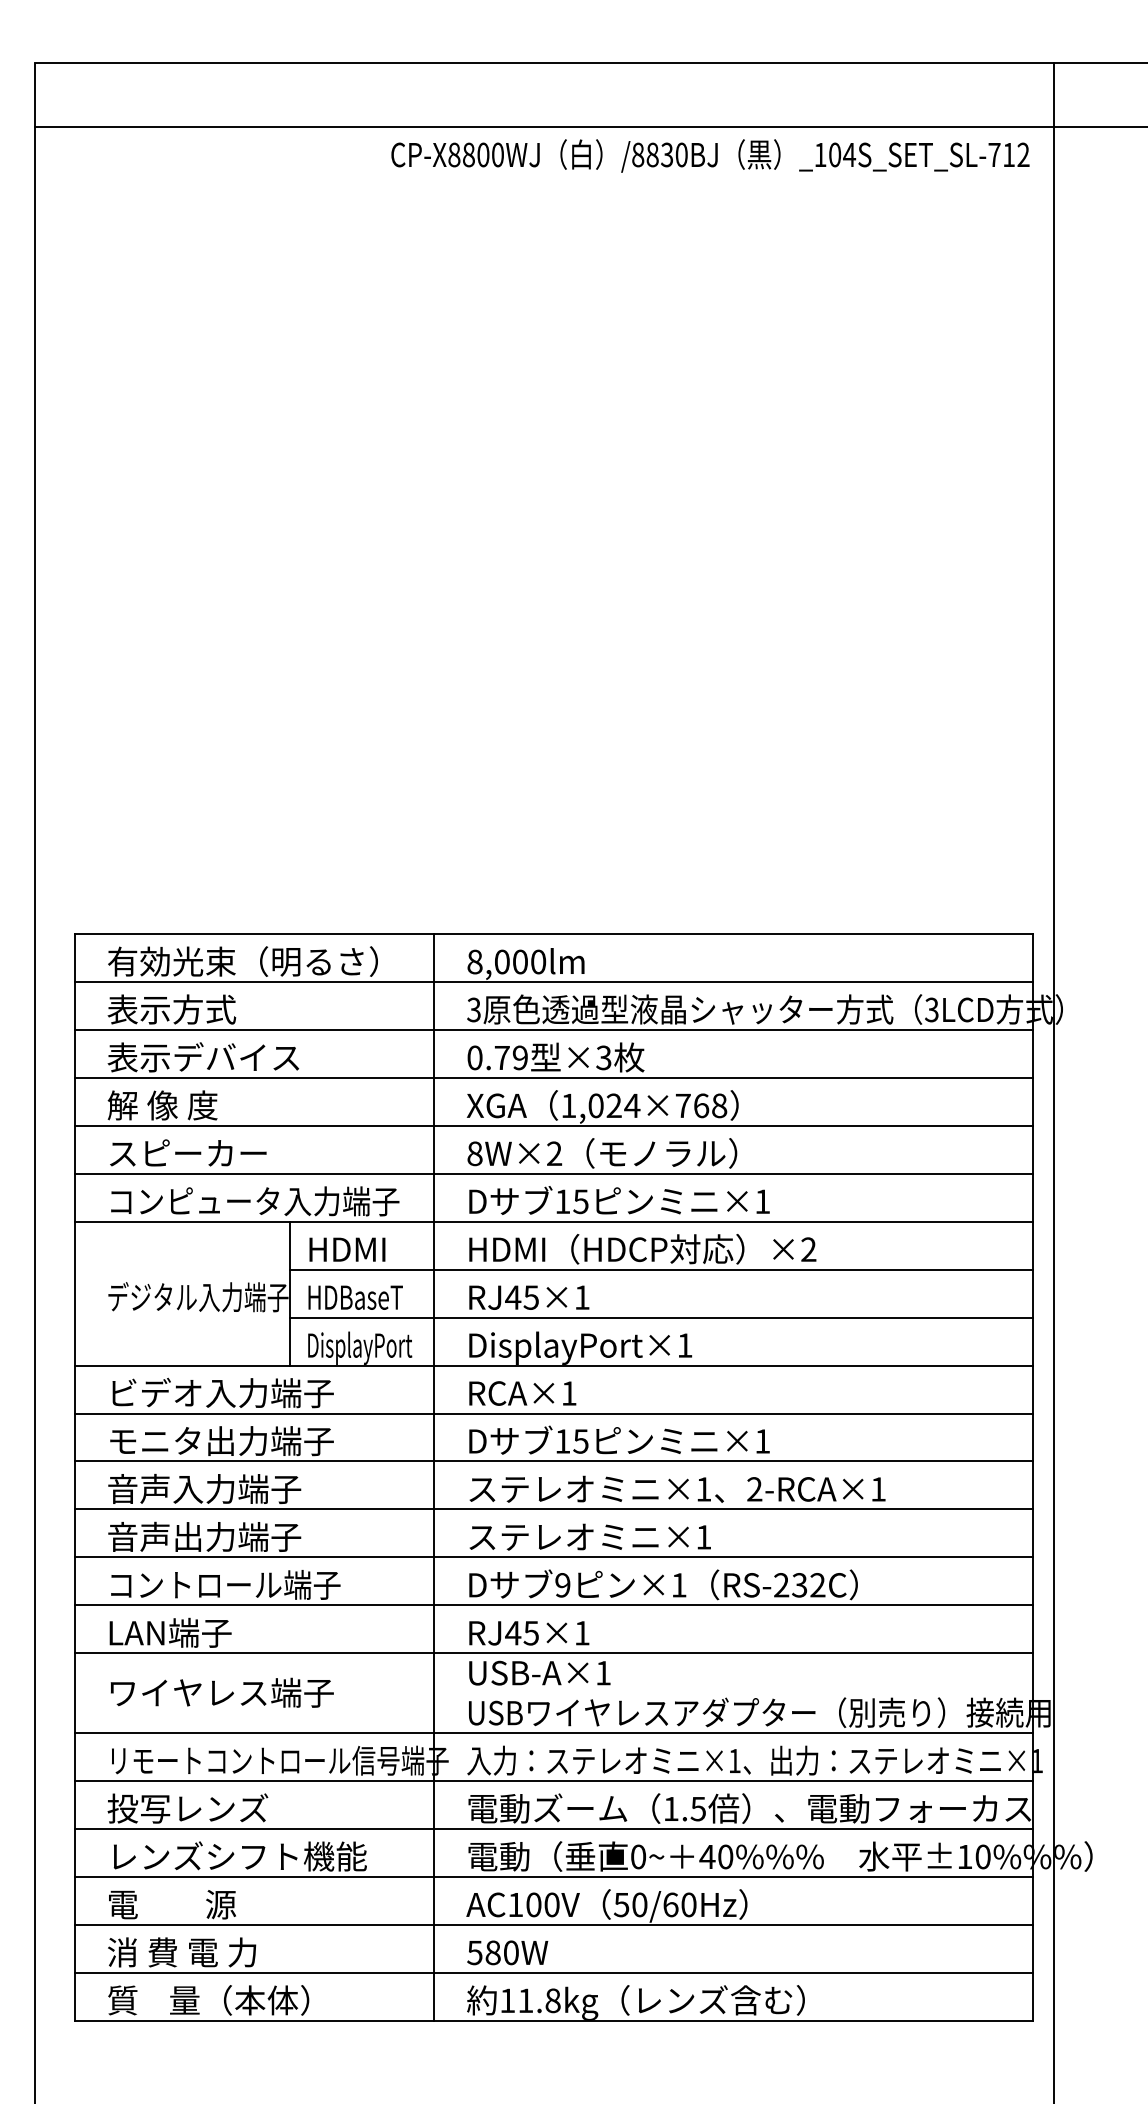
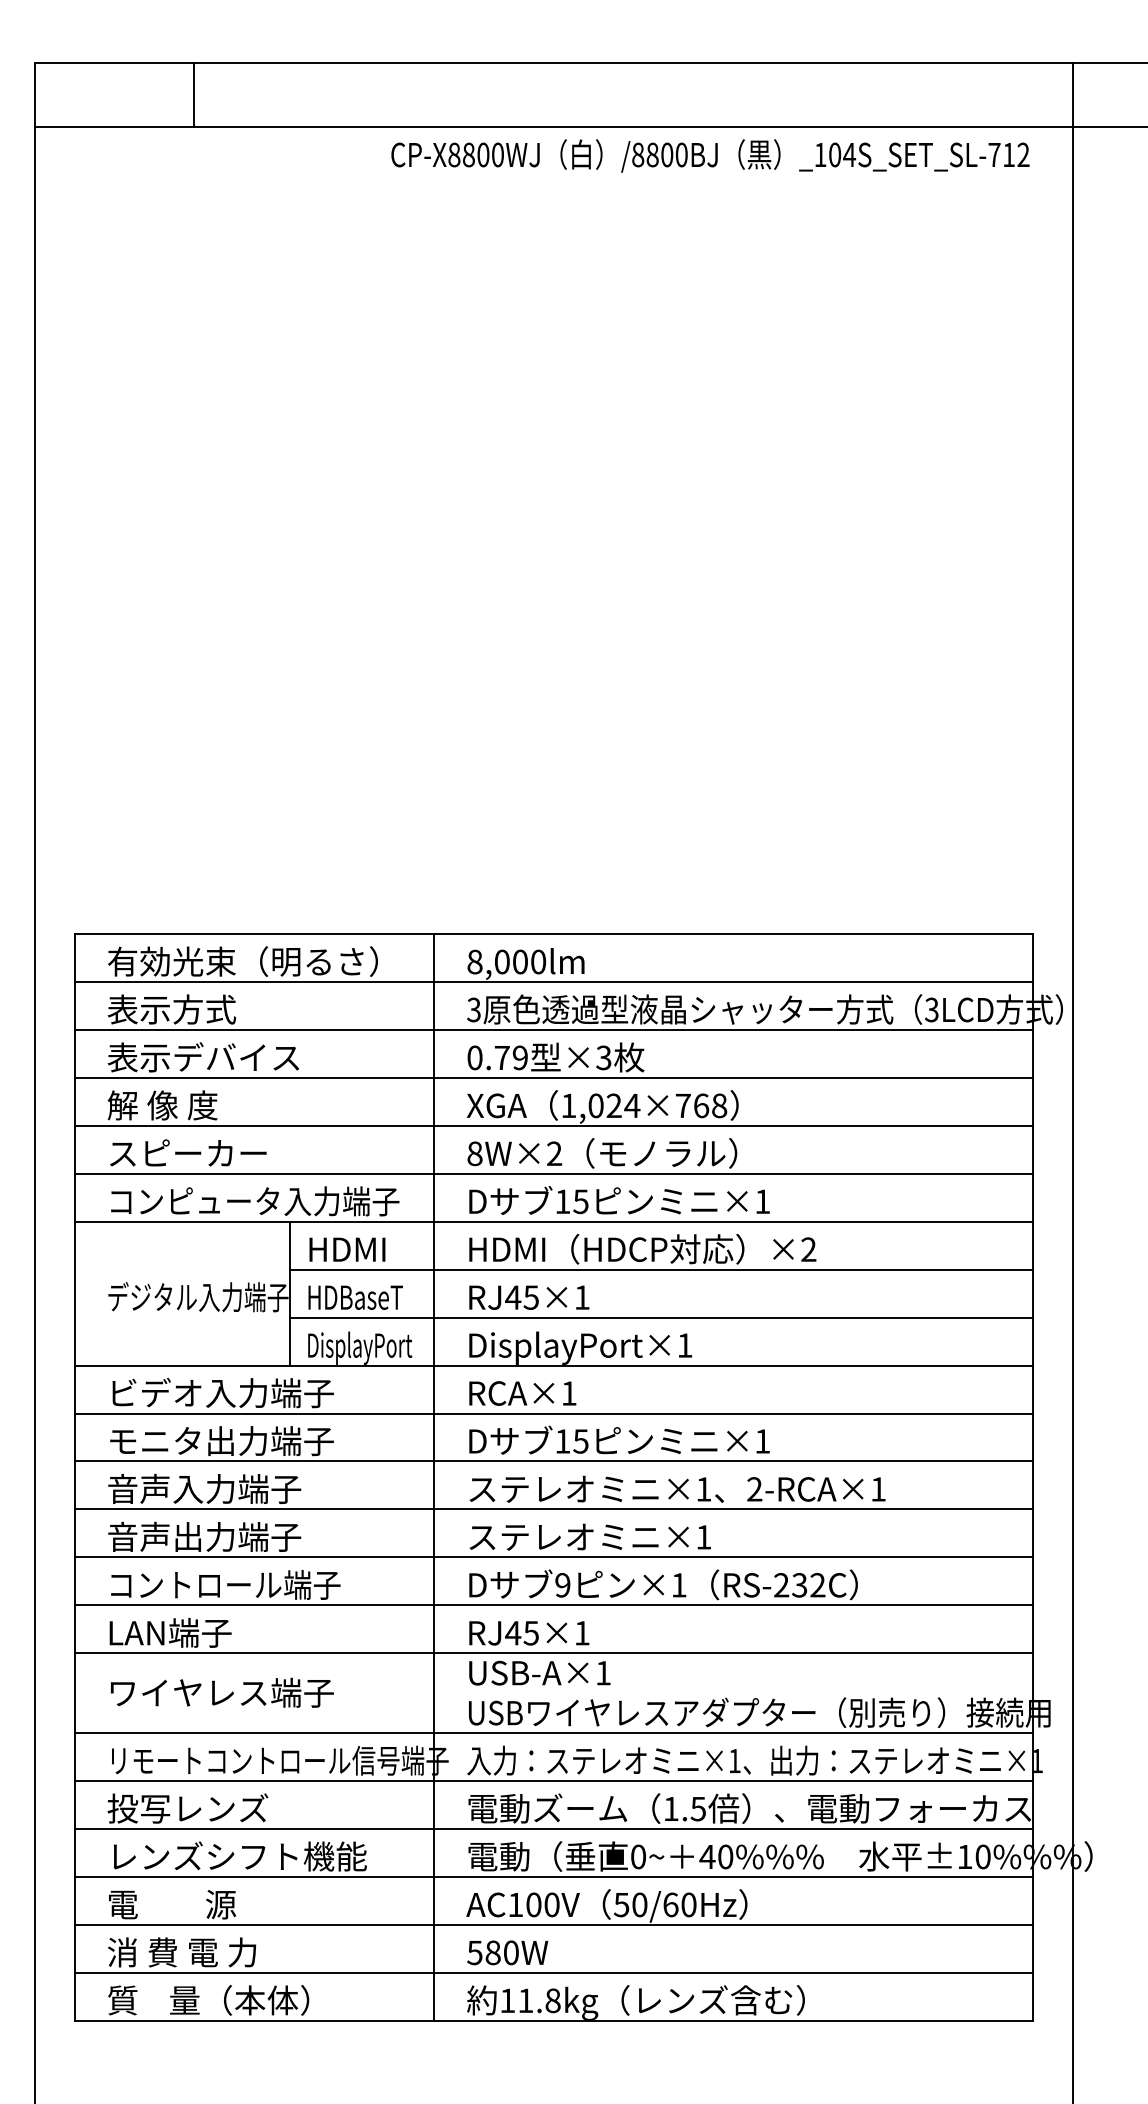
line at (194, 95): none -> present
text at (667, 154): /8830BJ -> /8800BJ
line at (1054, 1081) position: (1054, 1081) -> (1073, 1081)
